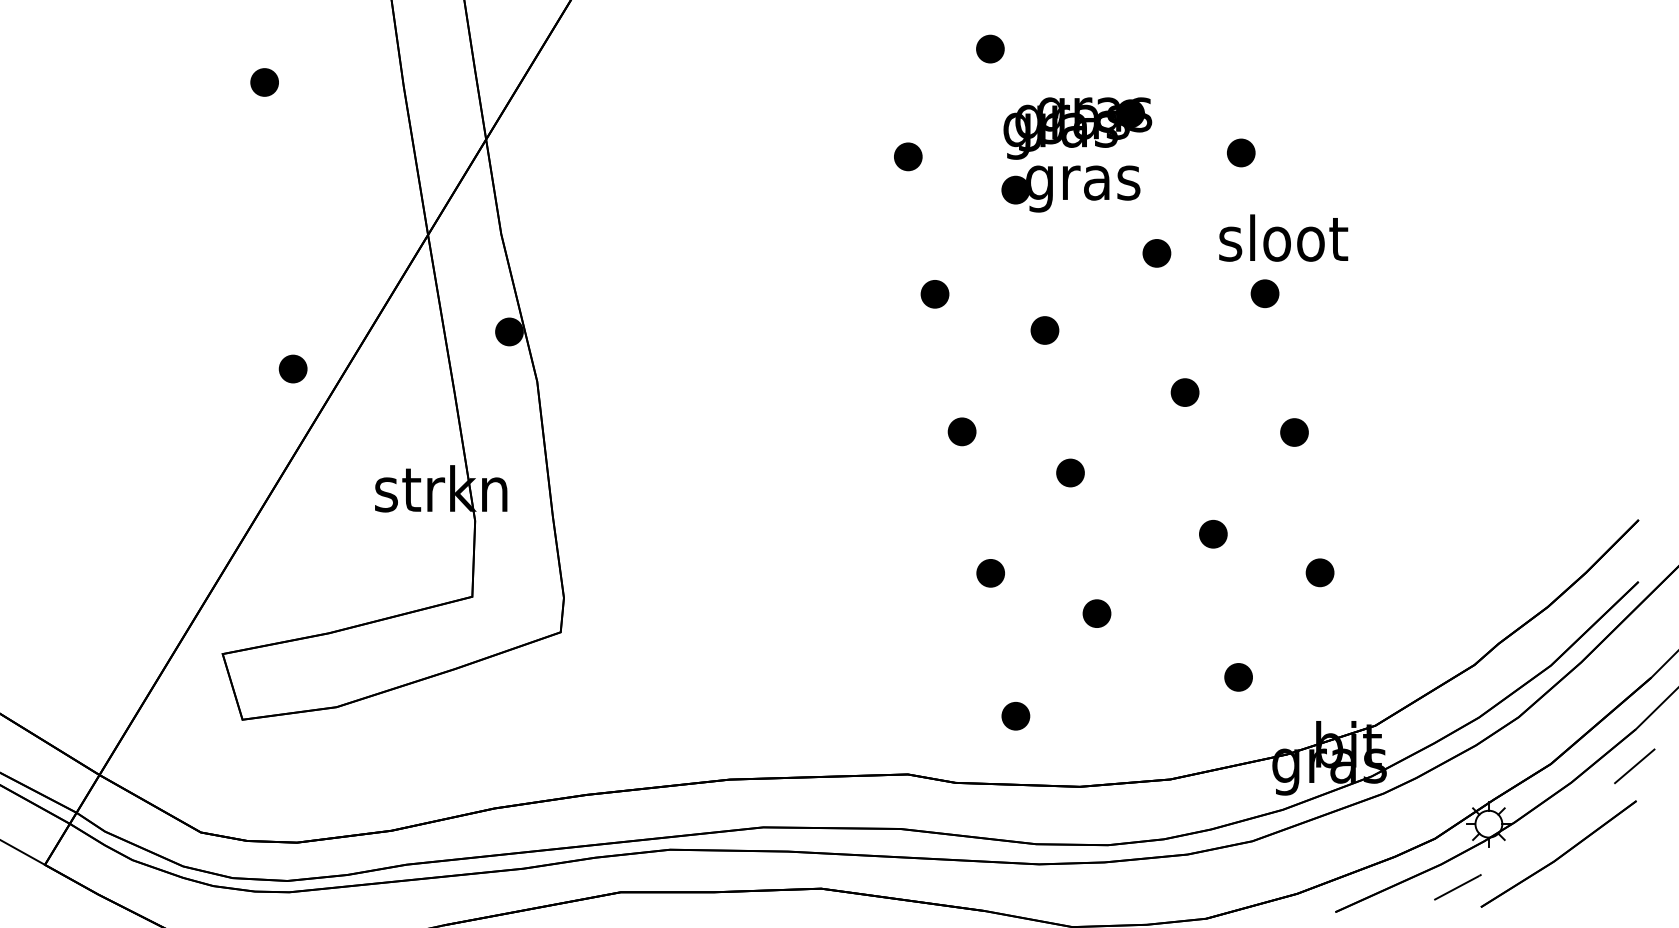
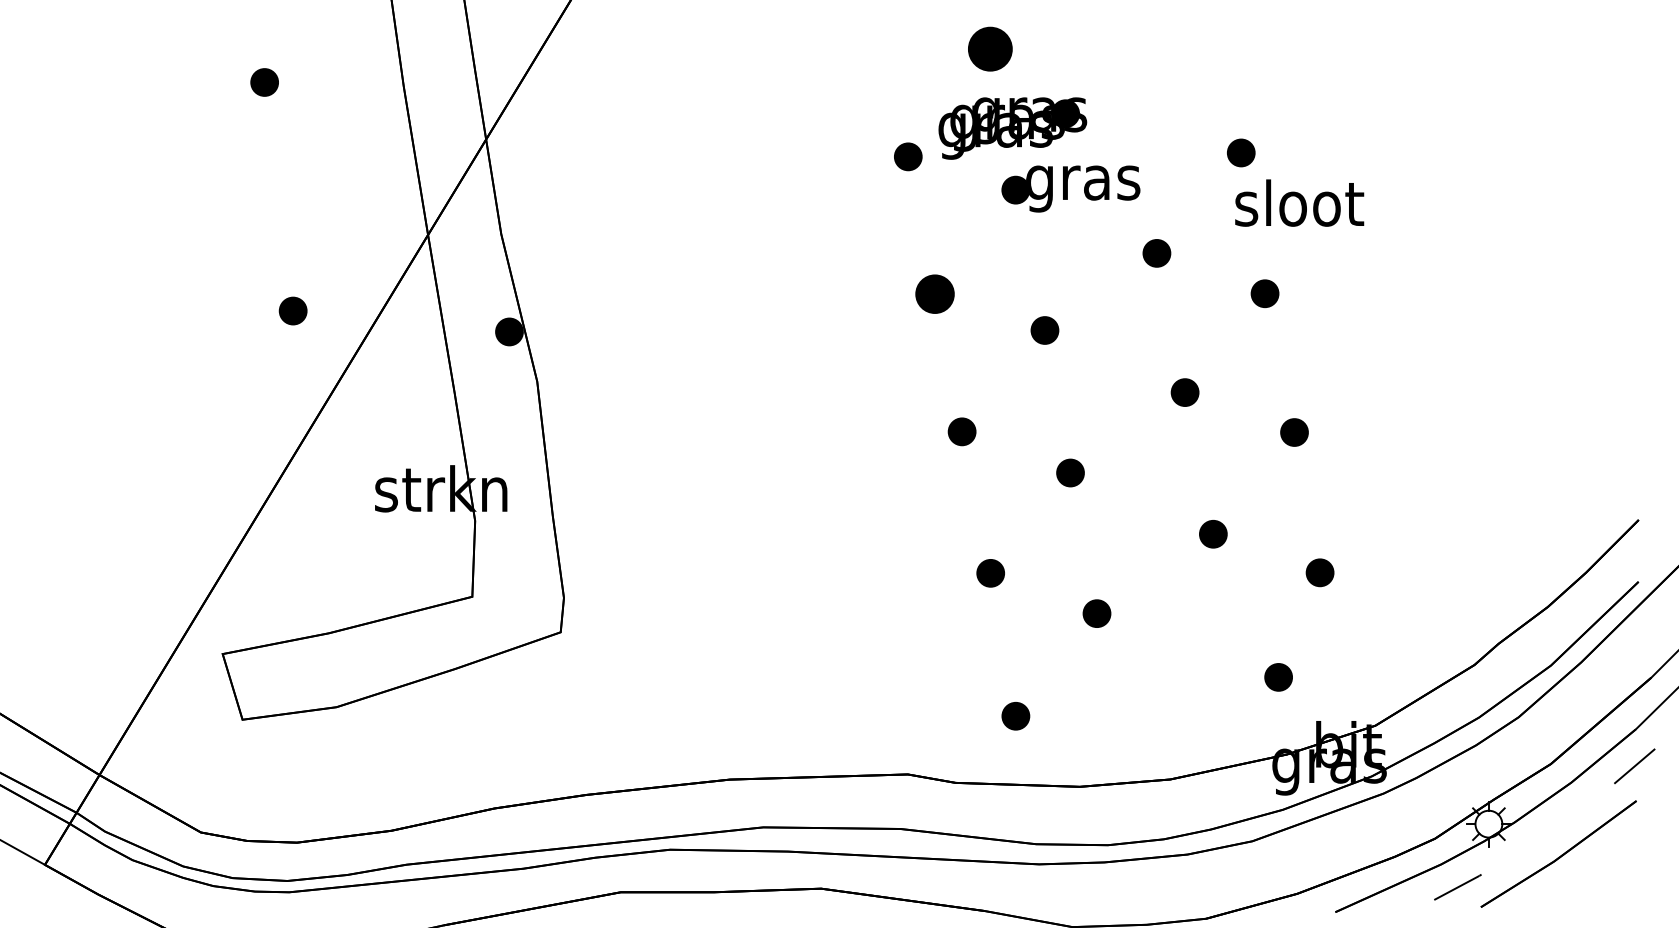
part at (990, 48) size: 29x30 px -> 45x46 px
part at (1077, 128) position: (1077, 128) -> (1012, 128)
text at (1283, 237) position: (1283, 237) -> (1299, 202)
part at (934, 294) size: 30x29 px -> 40x40 px
part at (292, 368) position: (292, 368) -> (292, 310)
part at (1238, 677) position: (1238, 677) -> (1278, 677)
